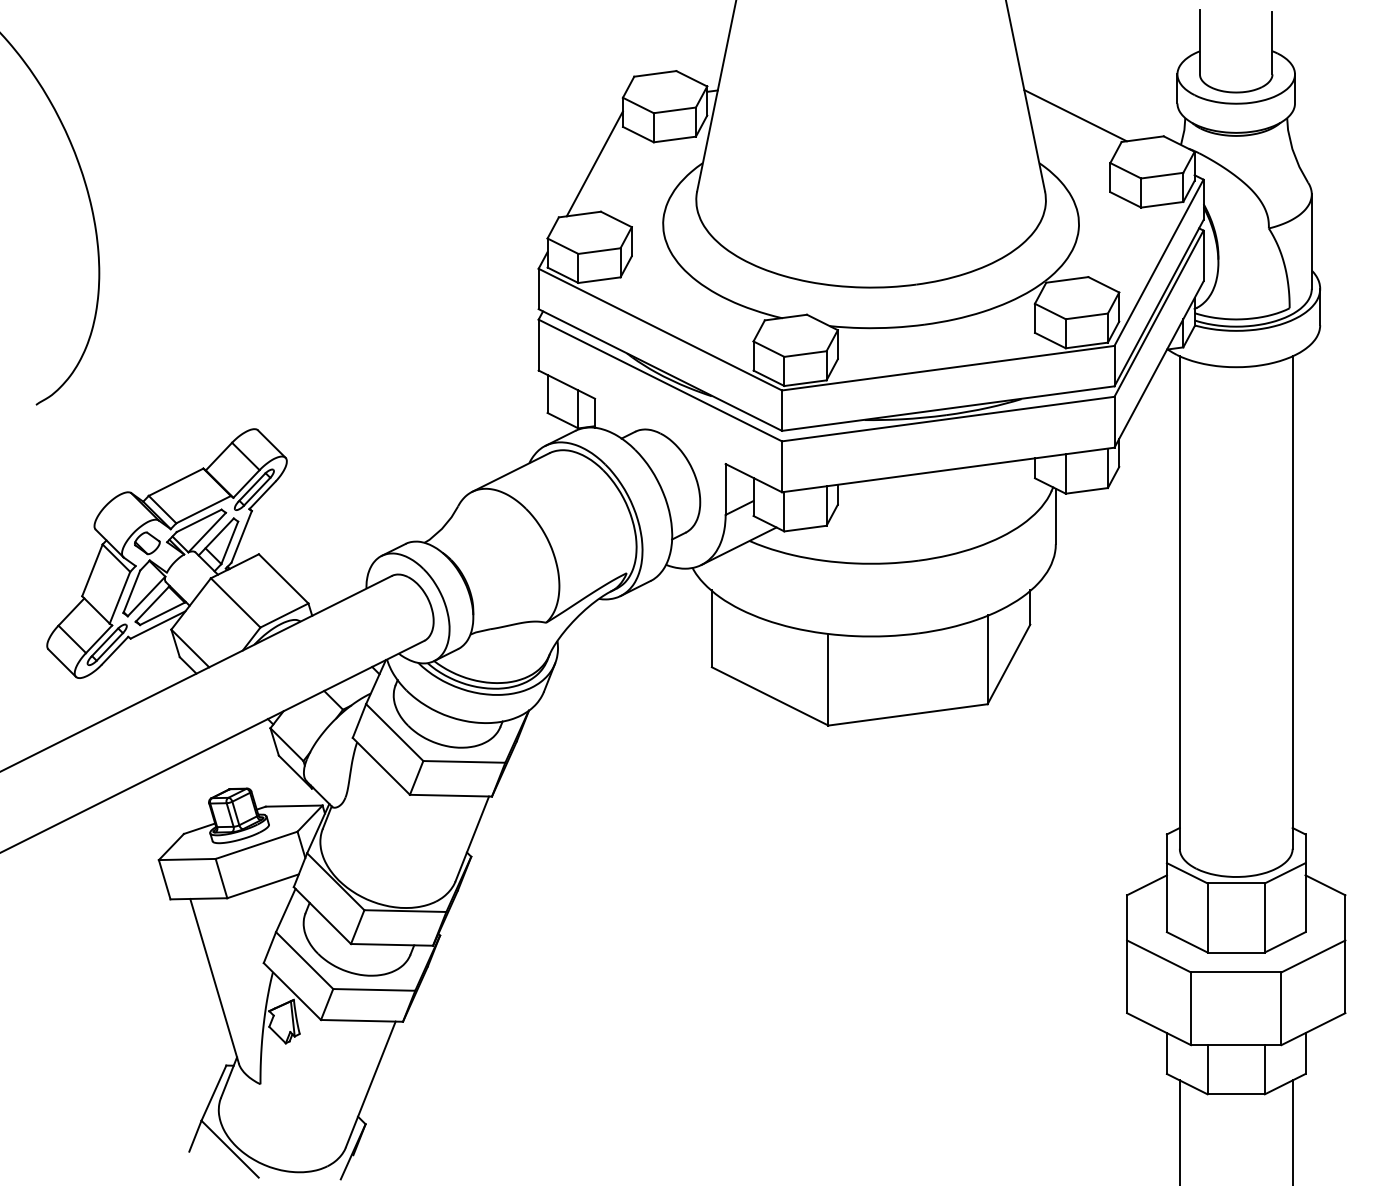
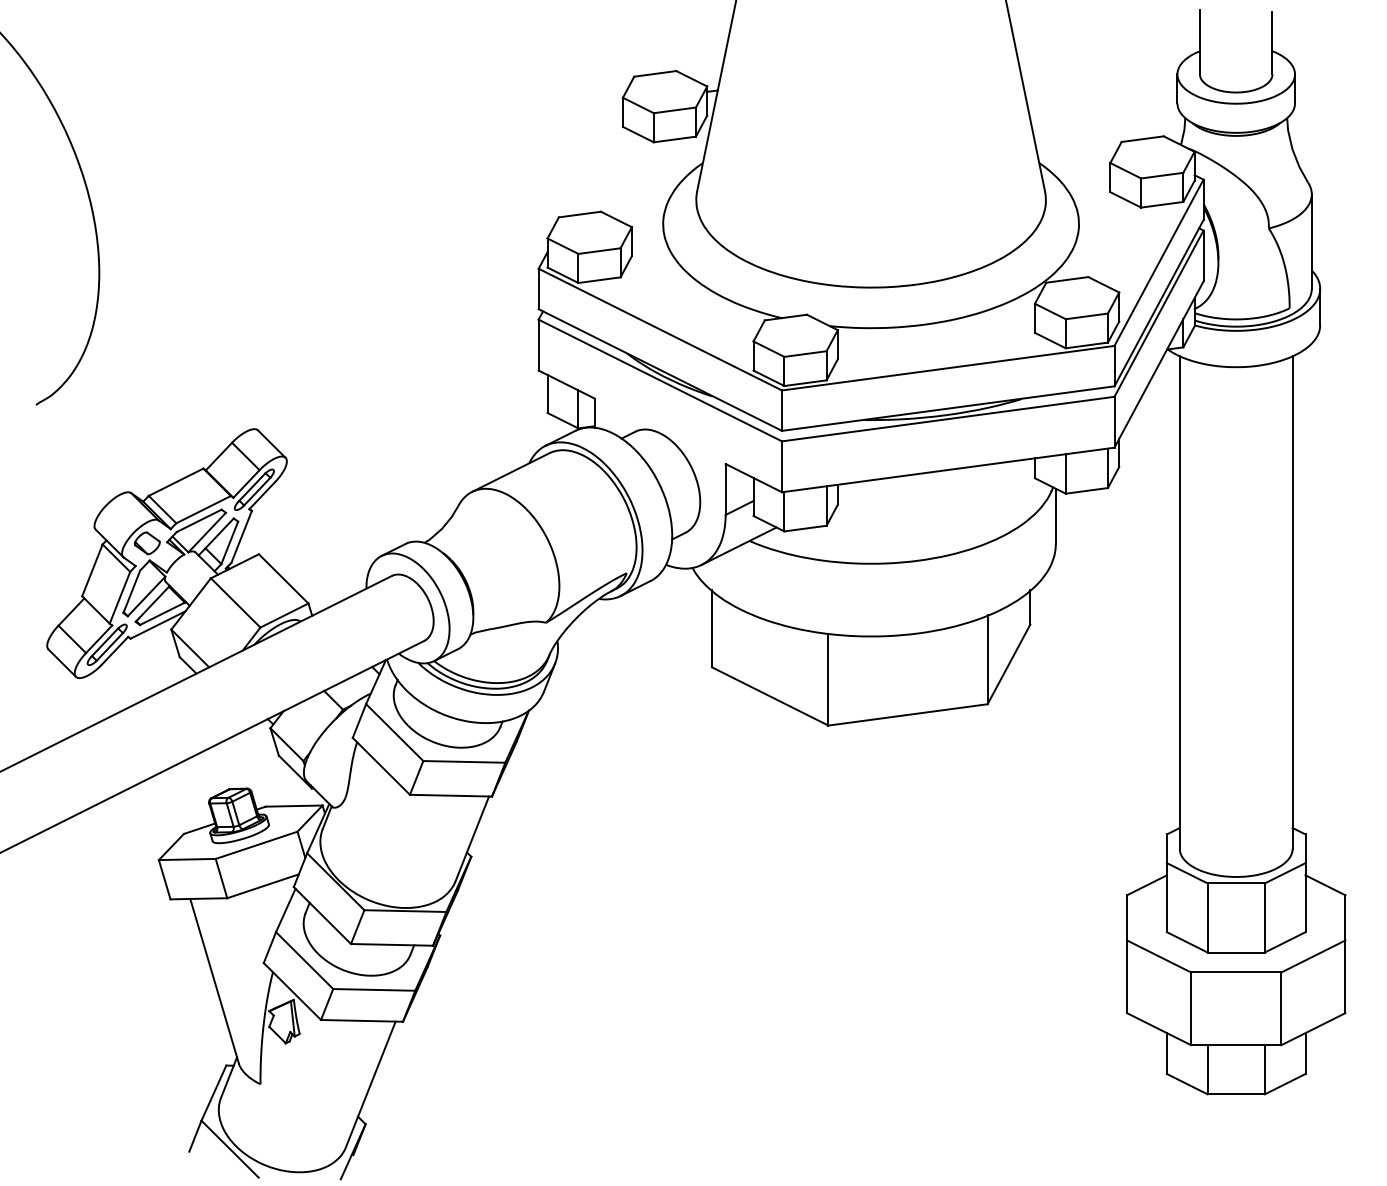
line at (1075, 115): present -> none
line at (594, 163): present -> none
line at (1179, 1131): present -> none
line at (1292, 1131): present -> none
